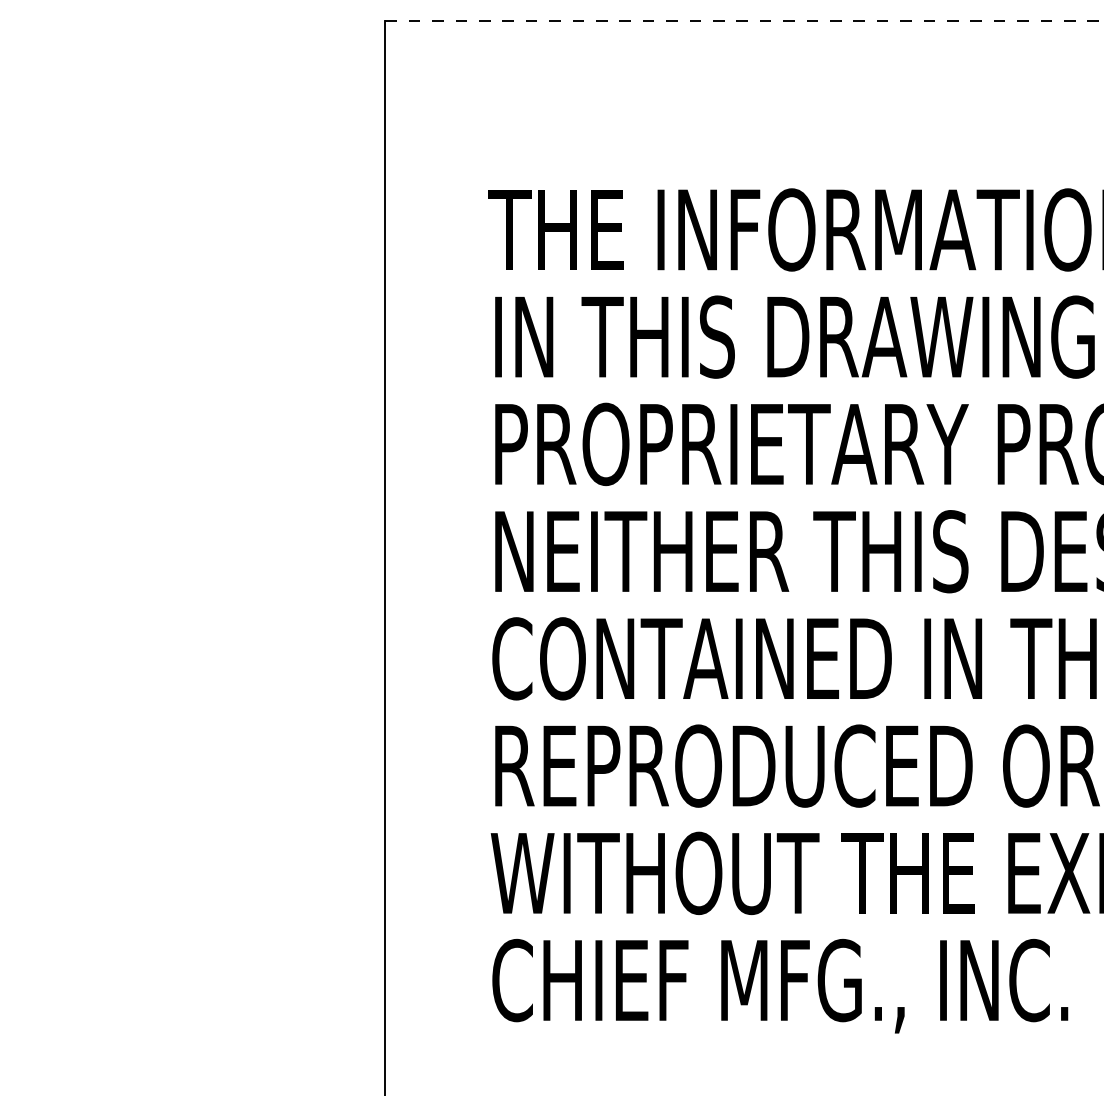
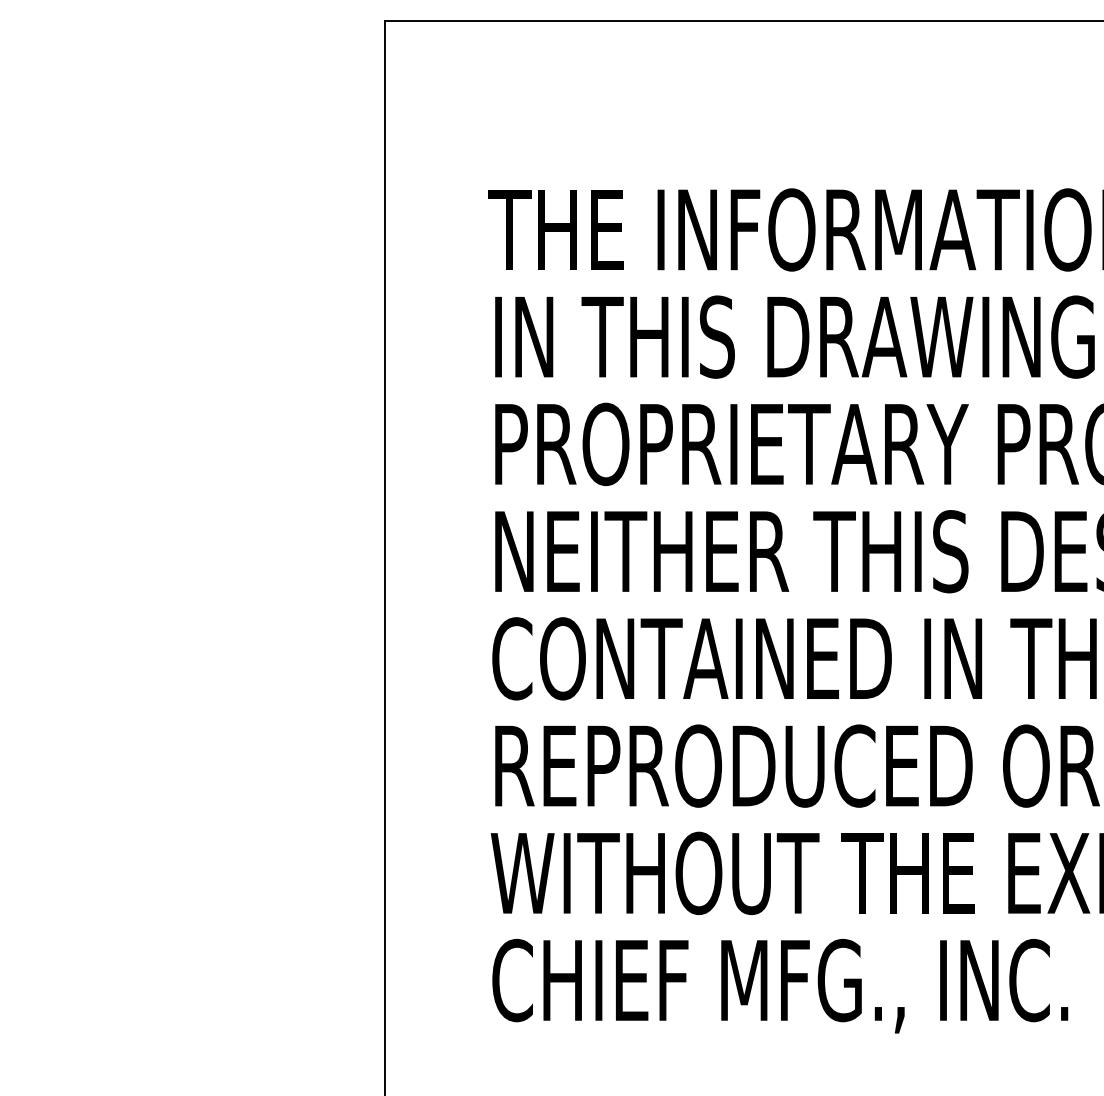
line at (744, 21): dashed -> solid
